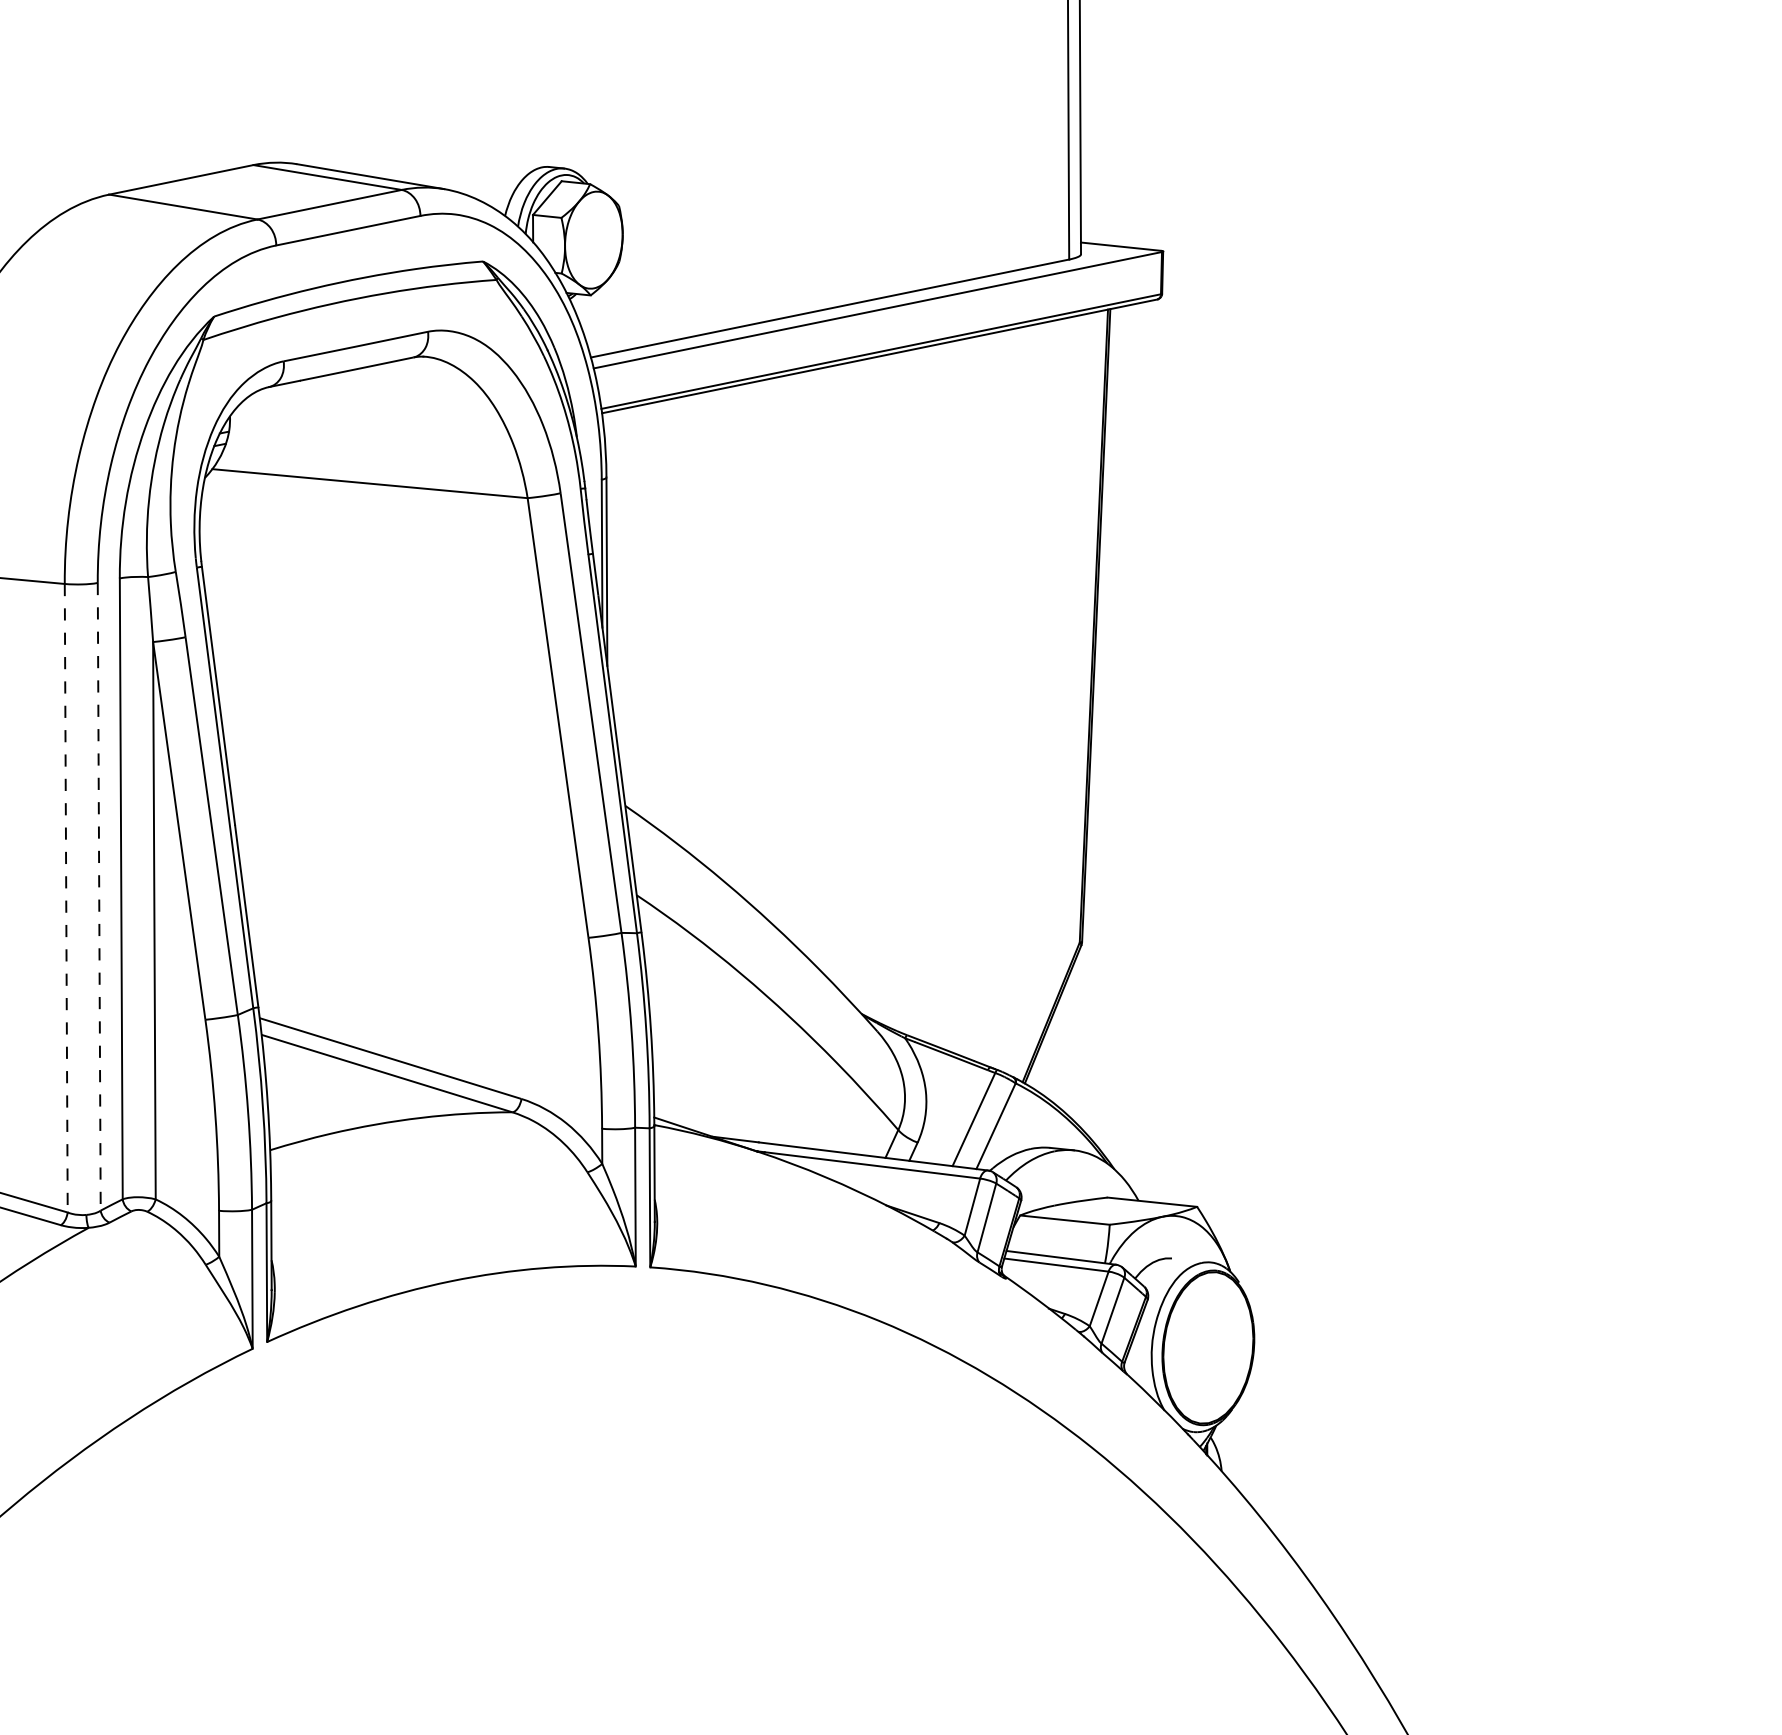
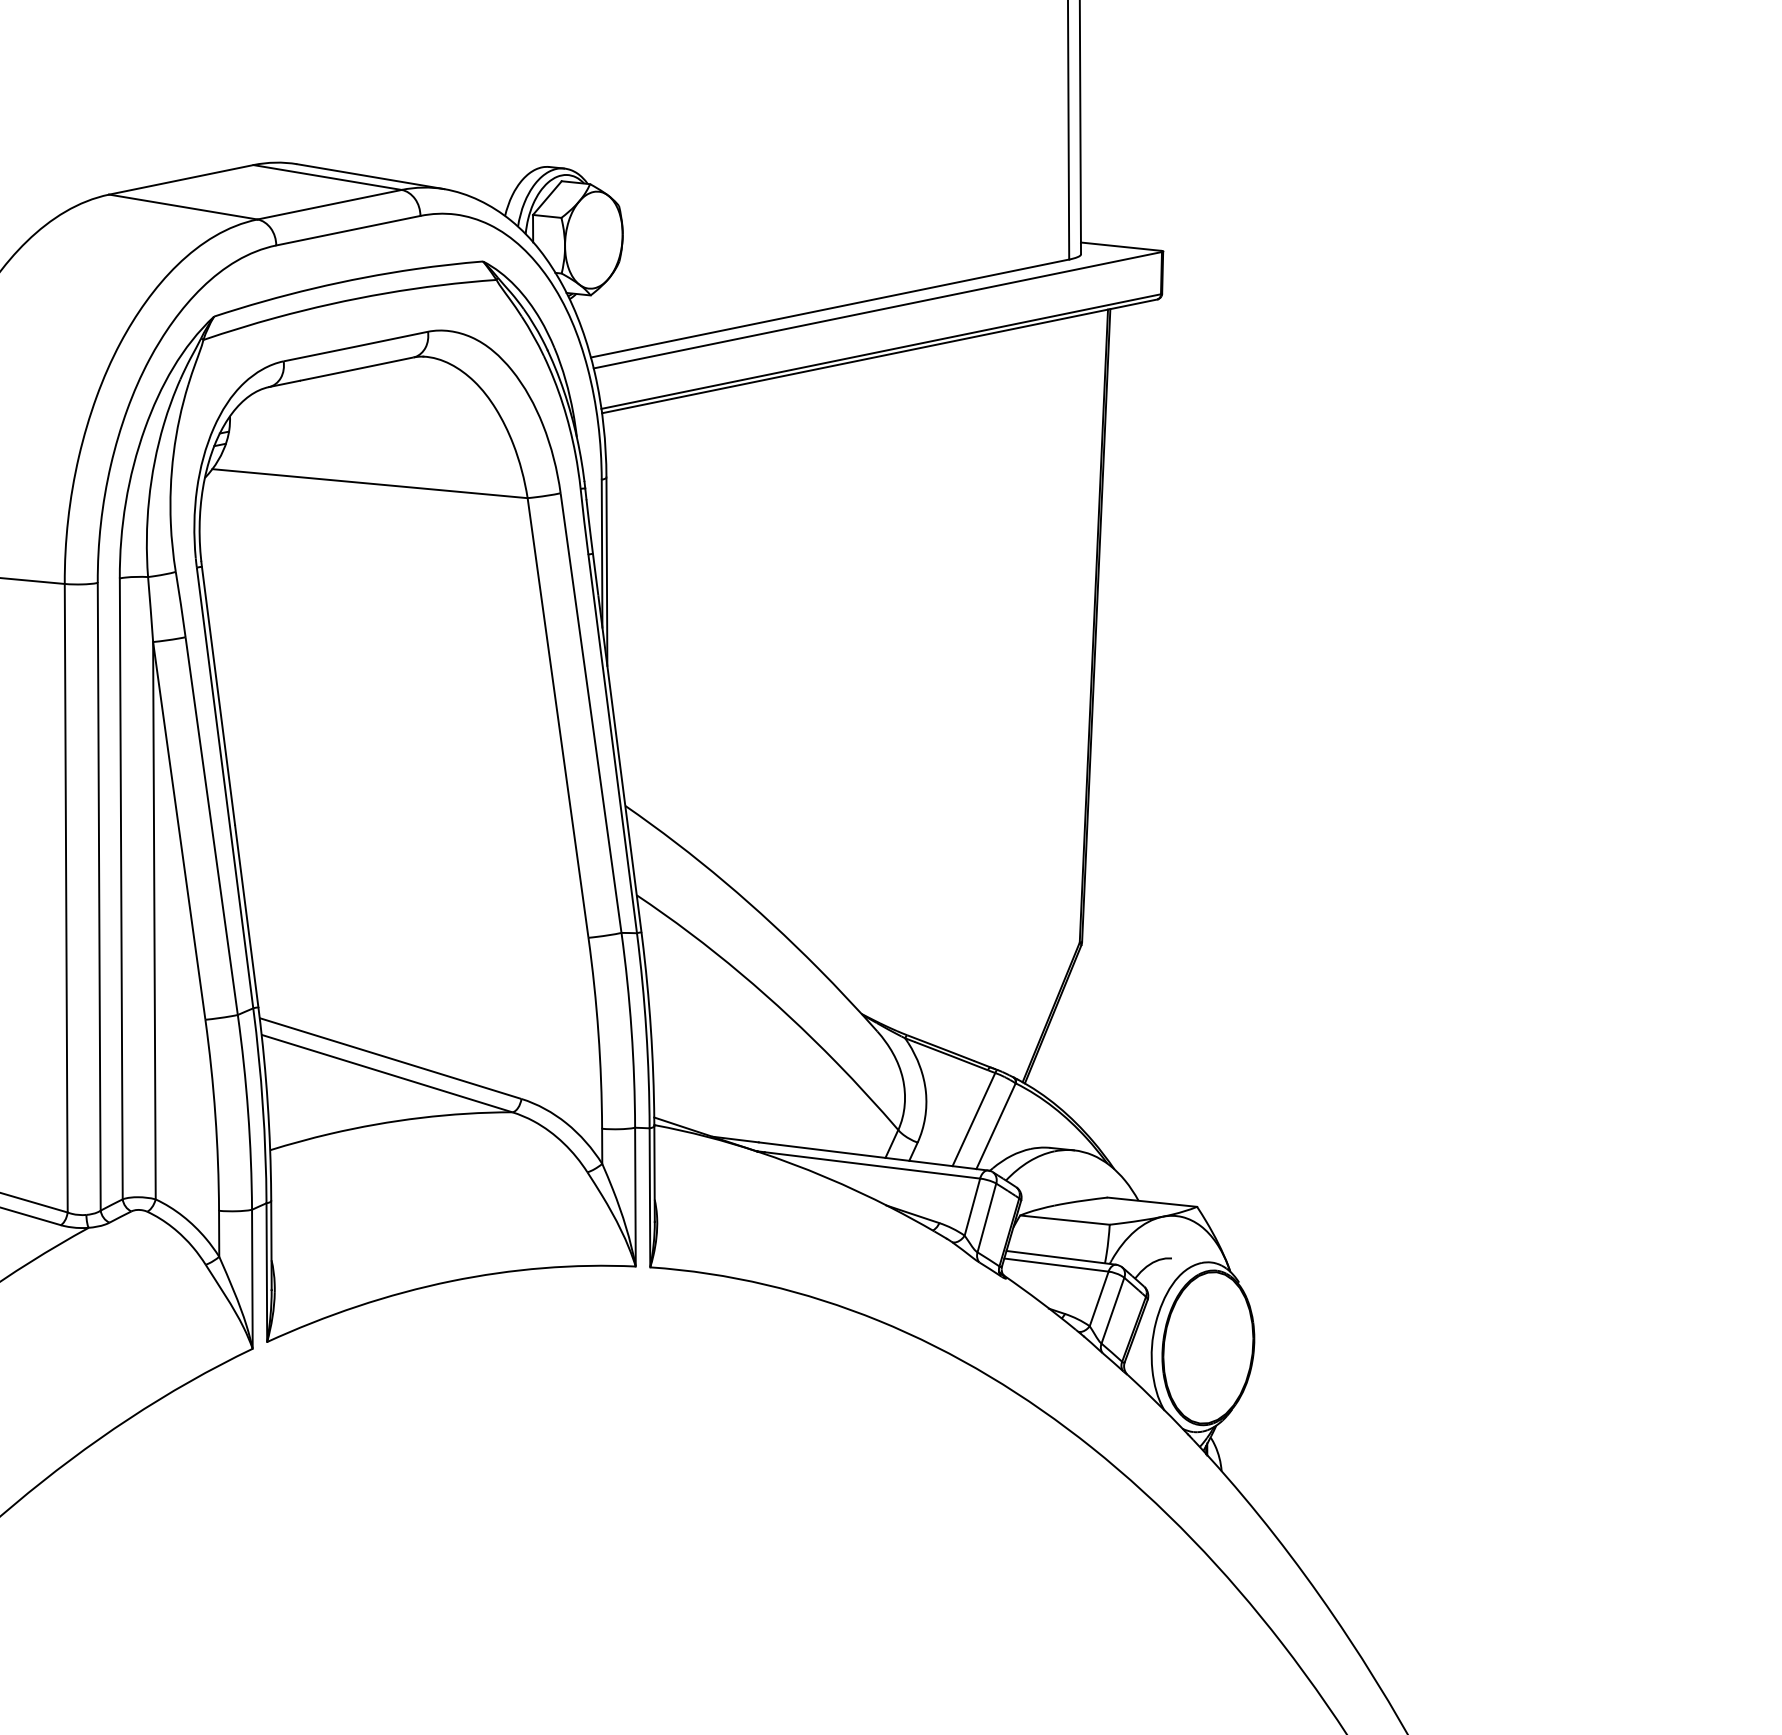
line at (99, 896): dashed -> solid
line at (66, 898): dashed -> solid
